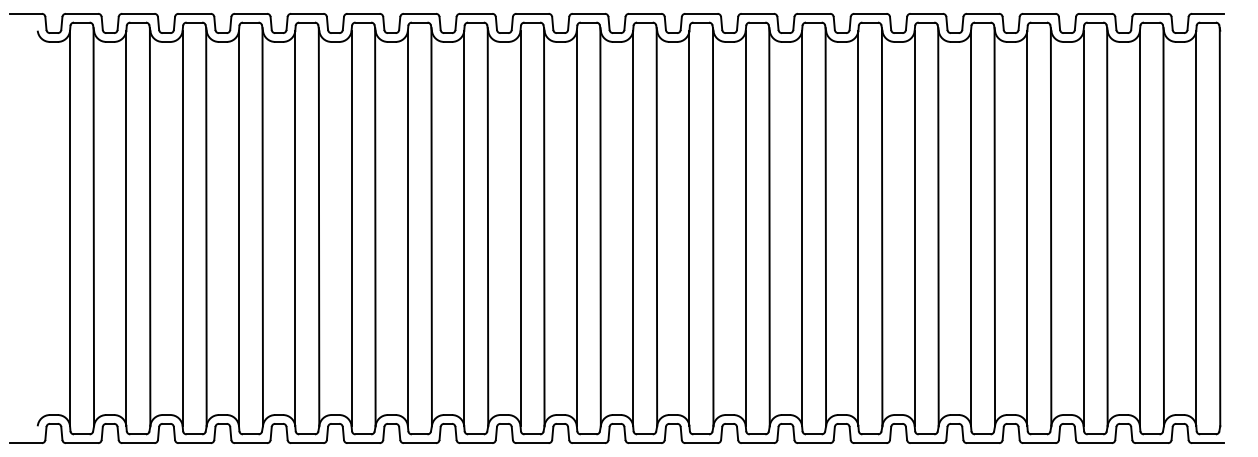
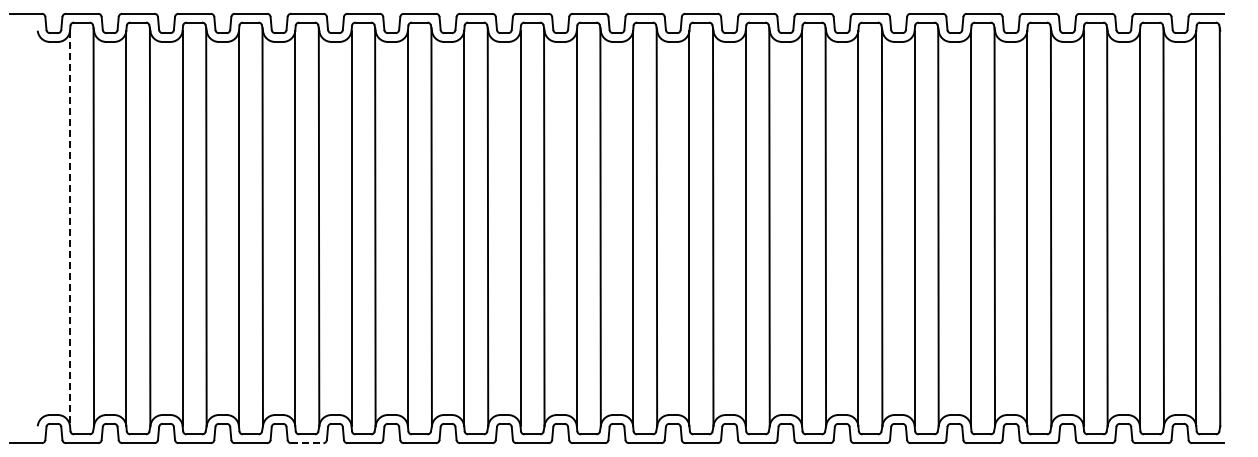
line at (70, 228): solid -> dashed
line at (307, 443): solid -> dashed
